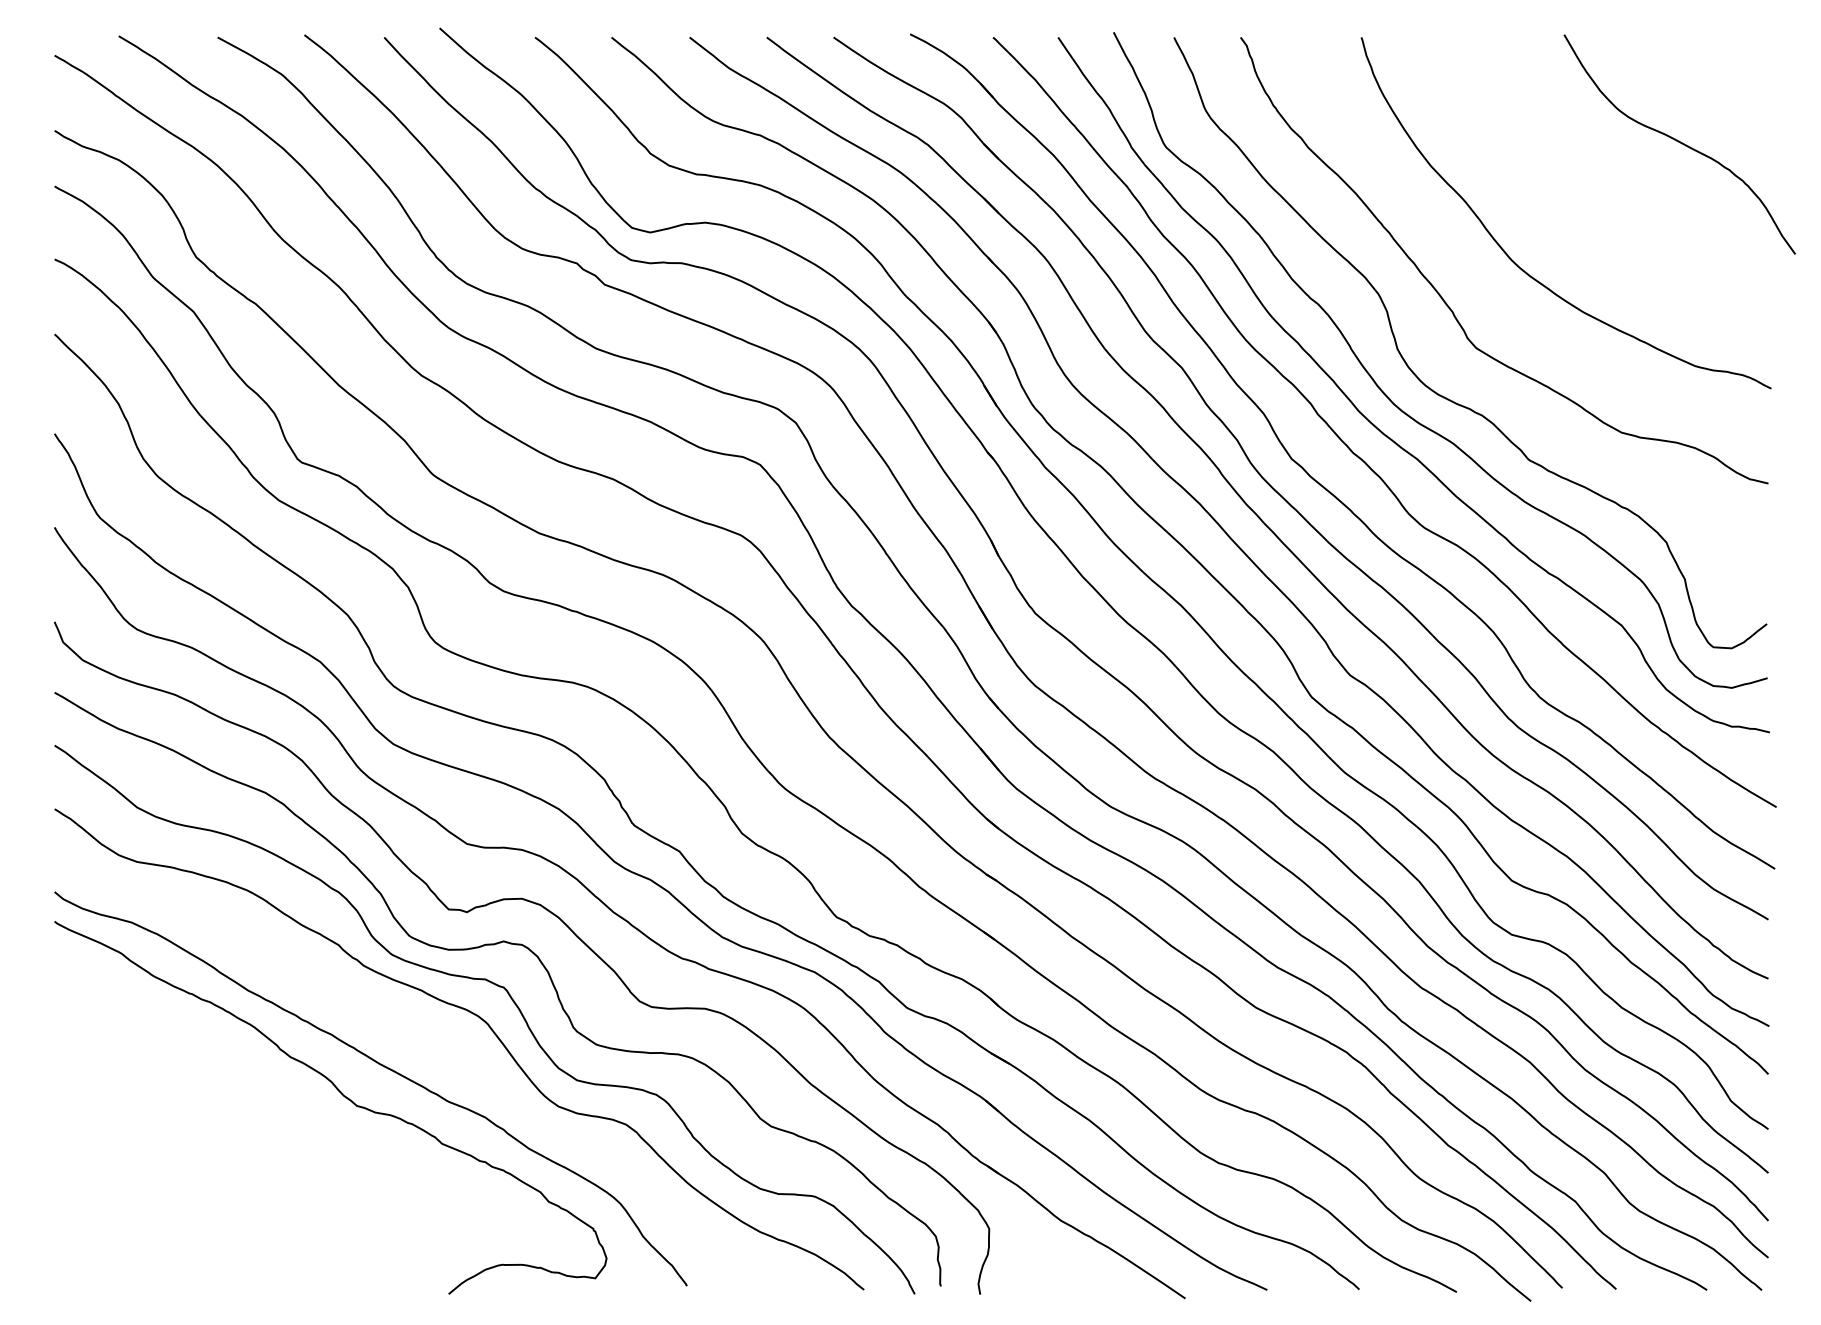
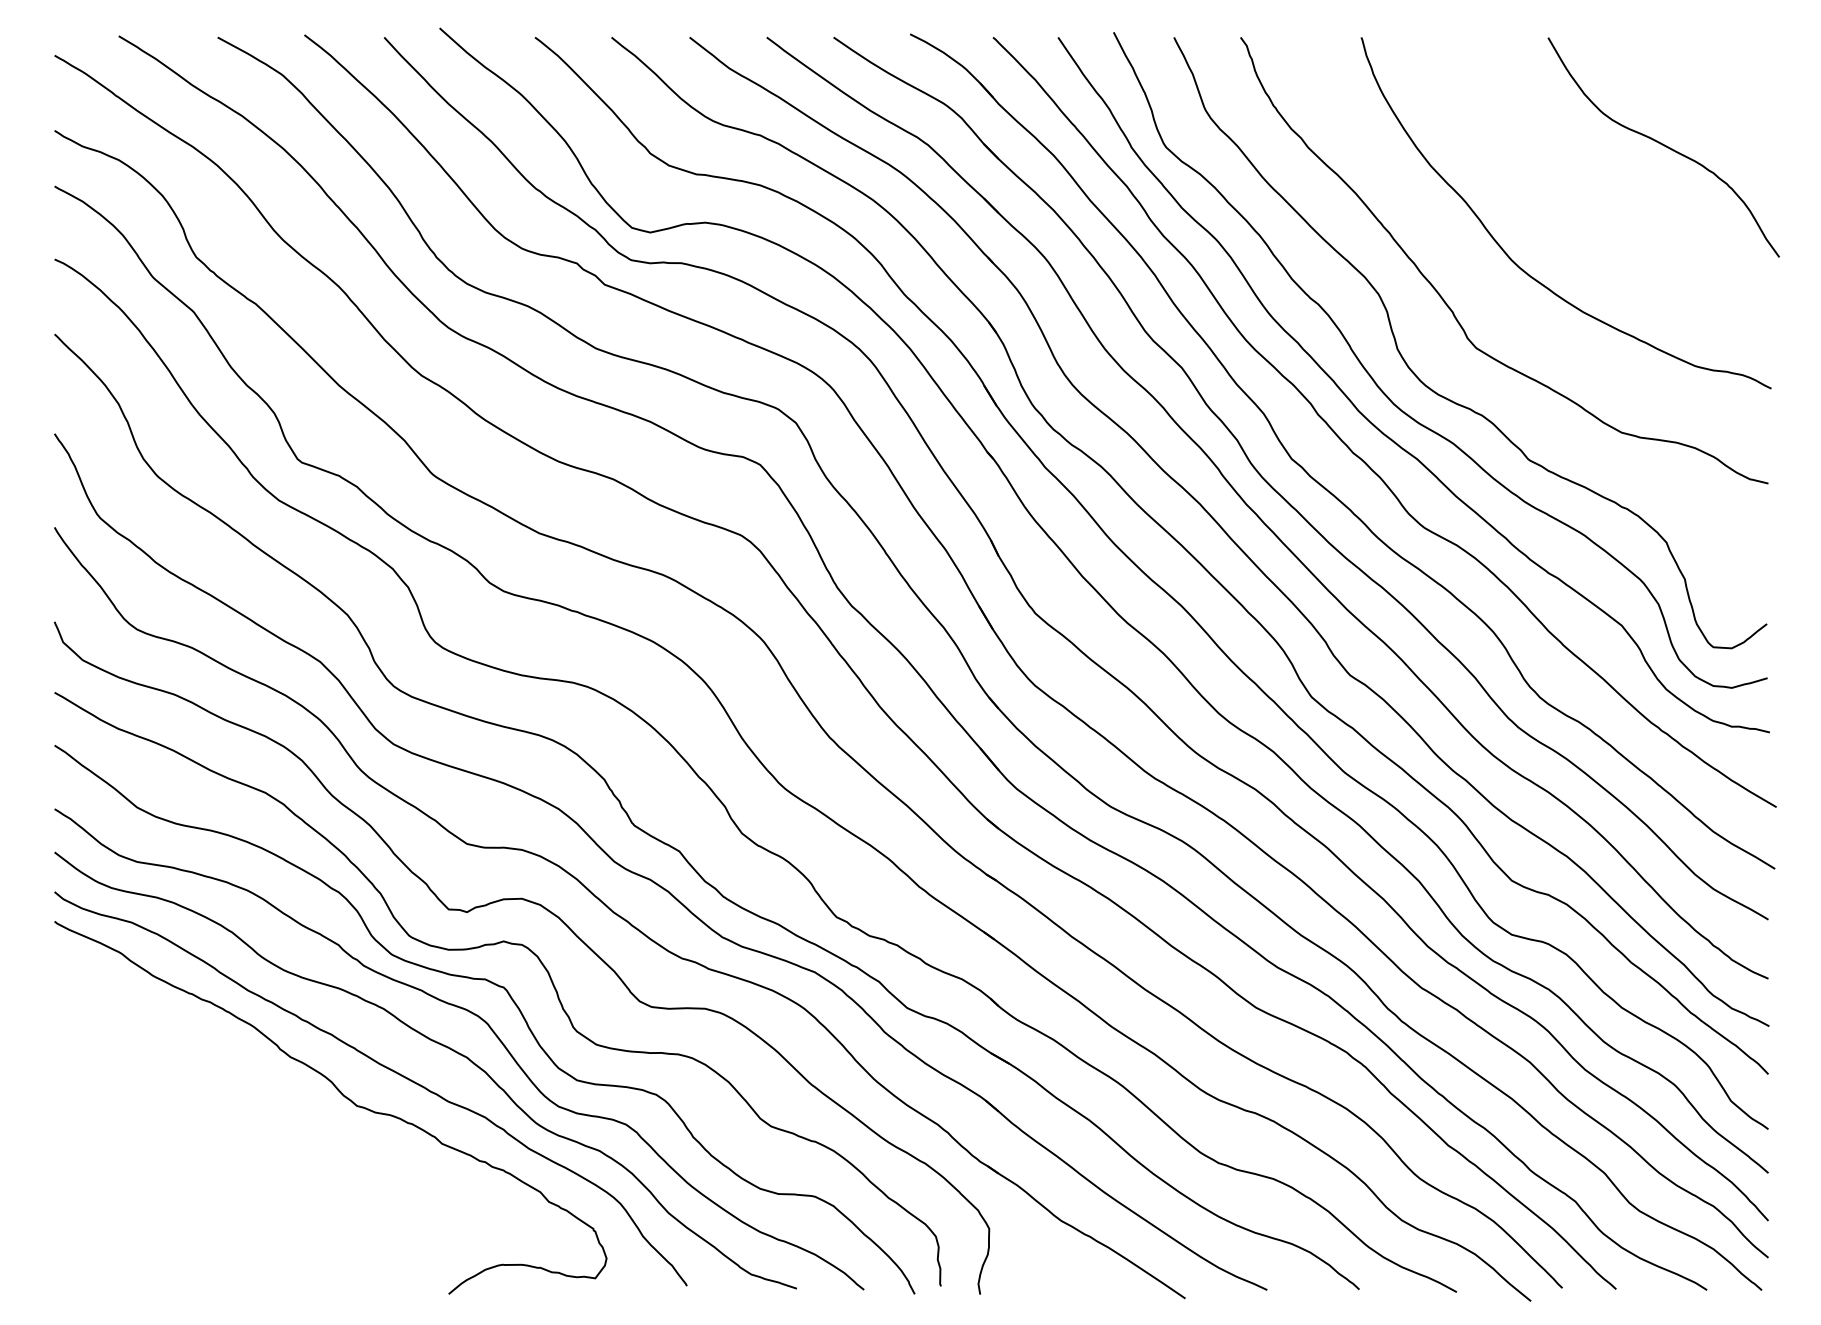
curve at (1680, 143) position: (1680, 143) -> (1664, 146)
curve at (438, 1044): none -> present
